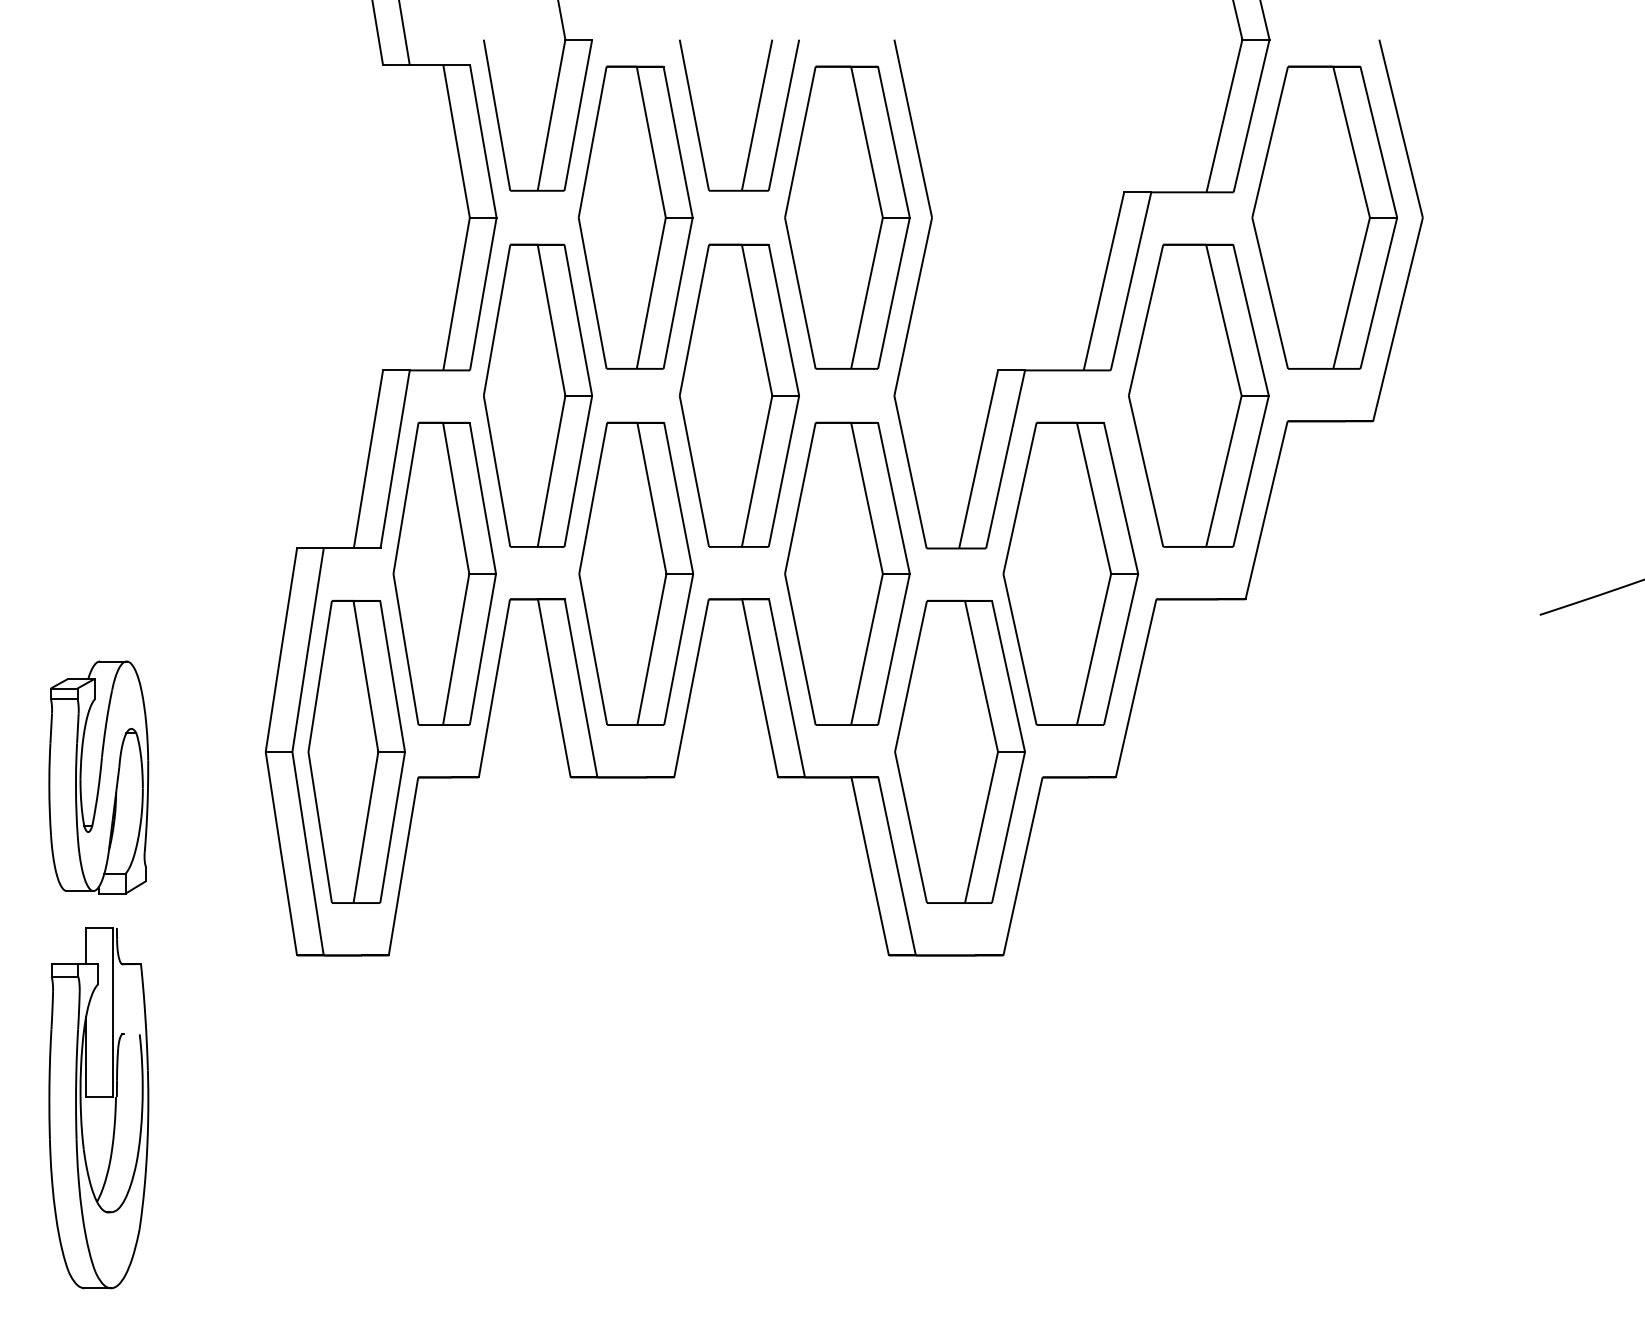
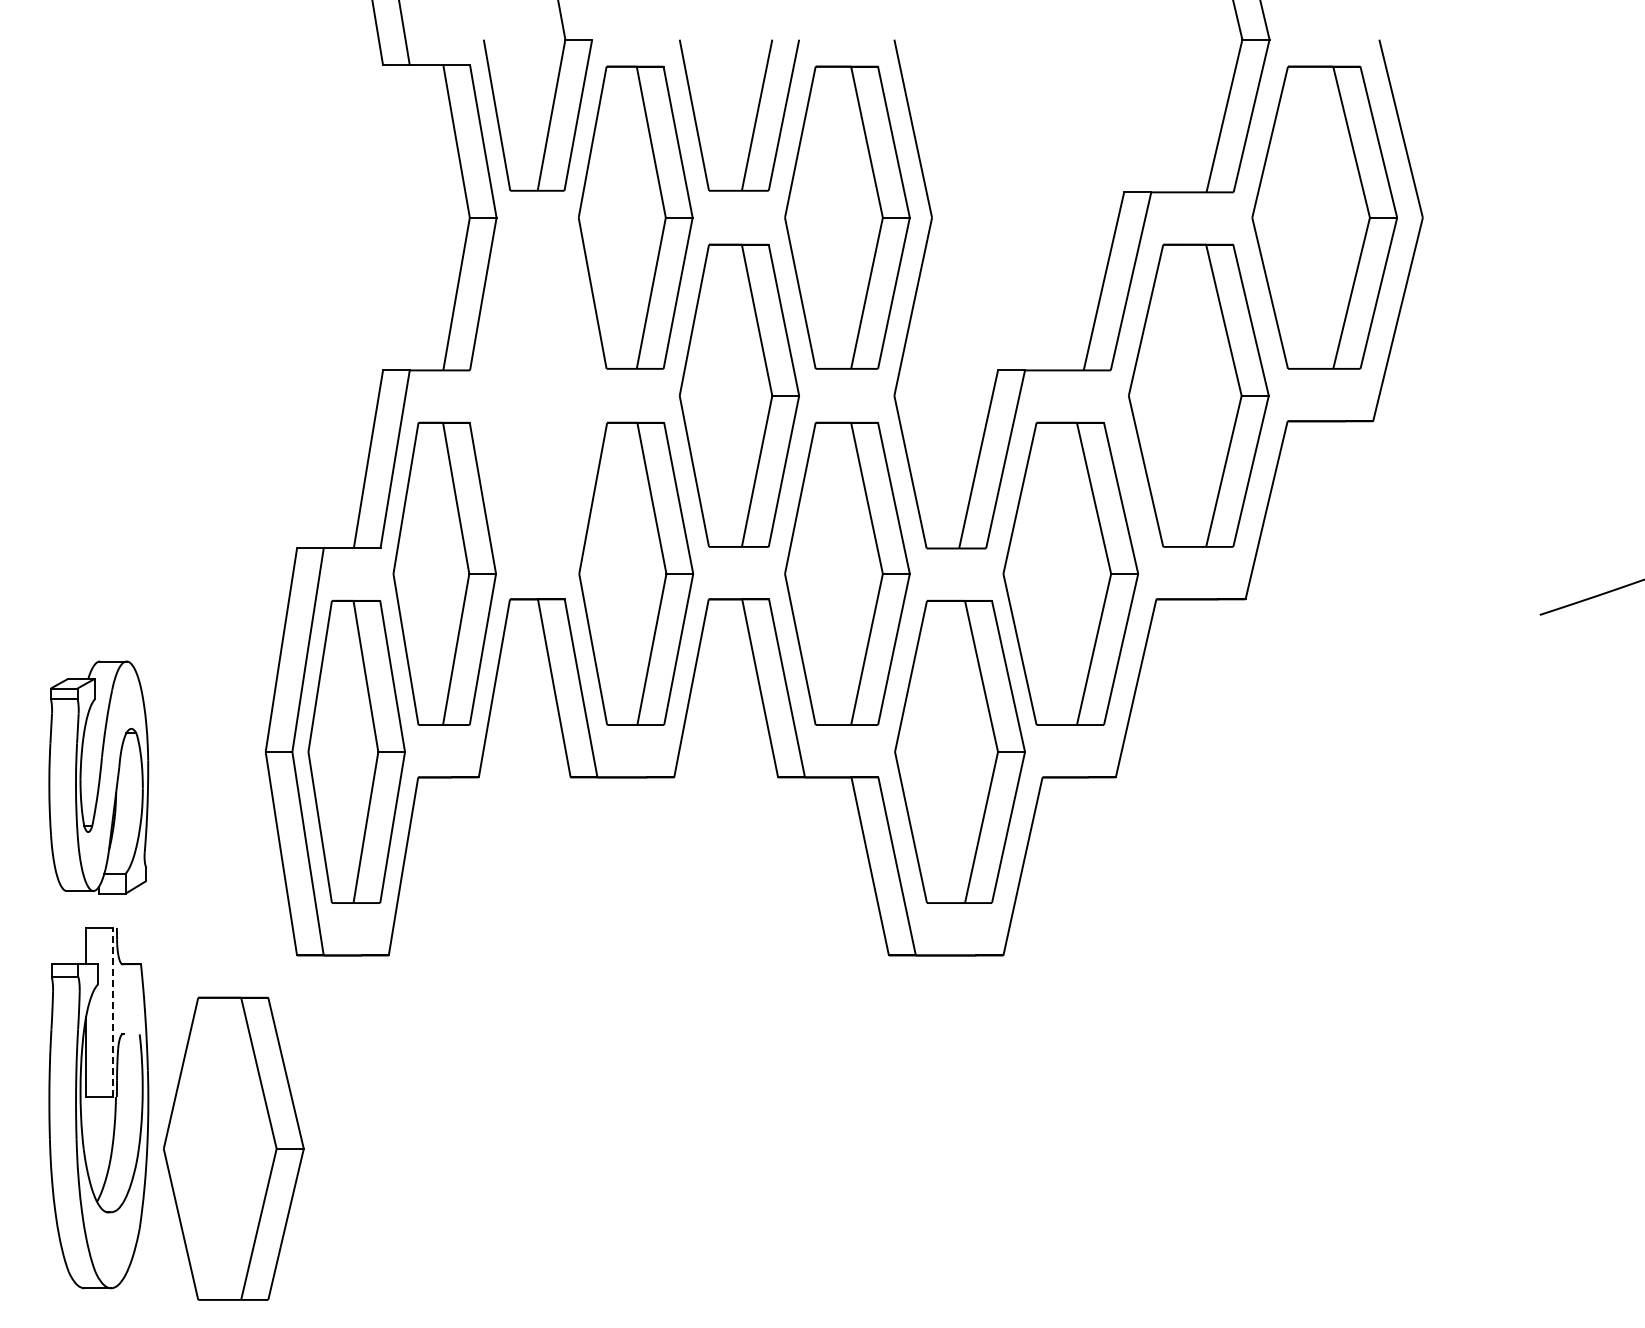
part at (537, 395): present -> none
line at (112, 1012): solid -> dashed
part at (233, 1148): none -> present
